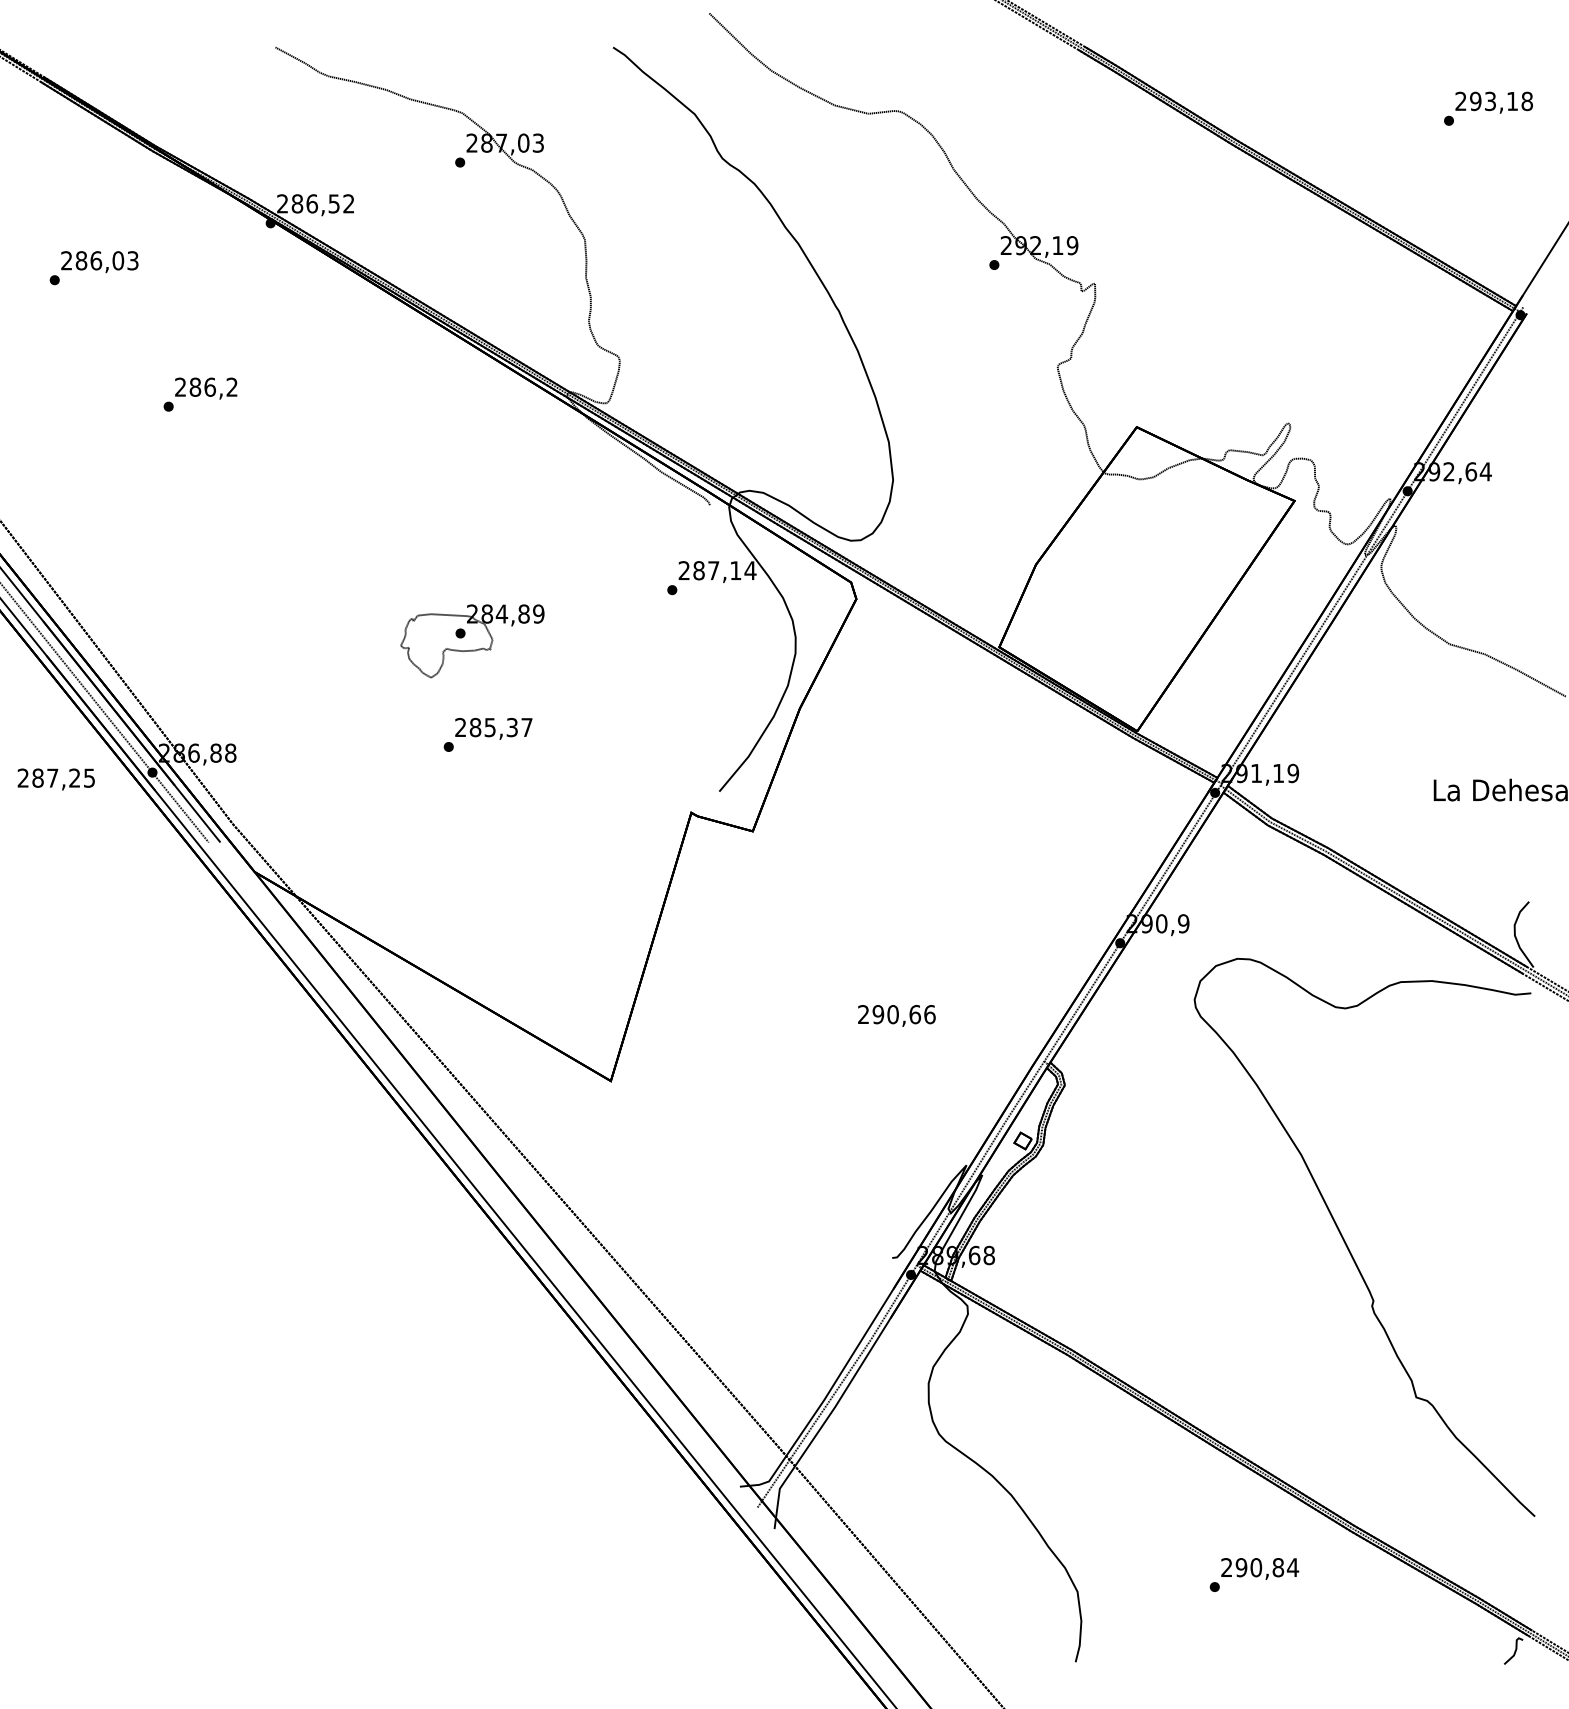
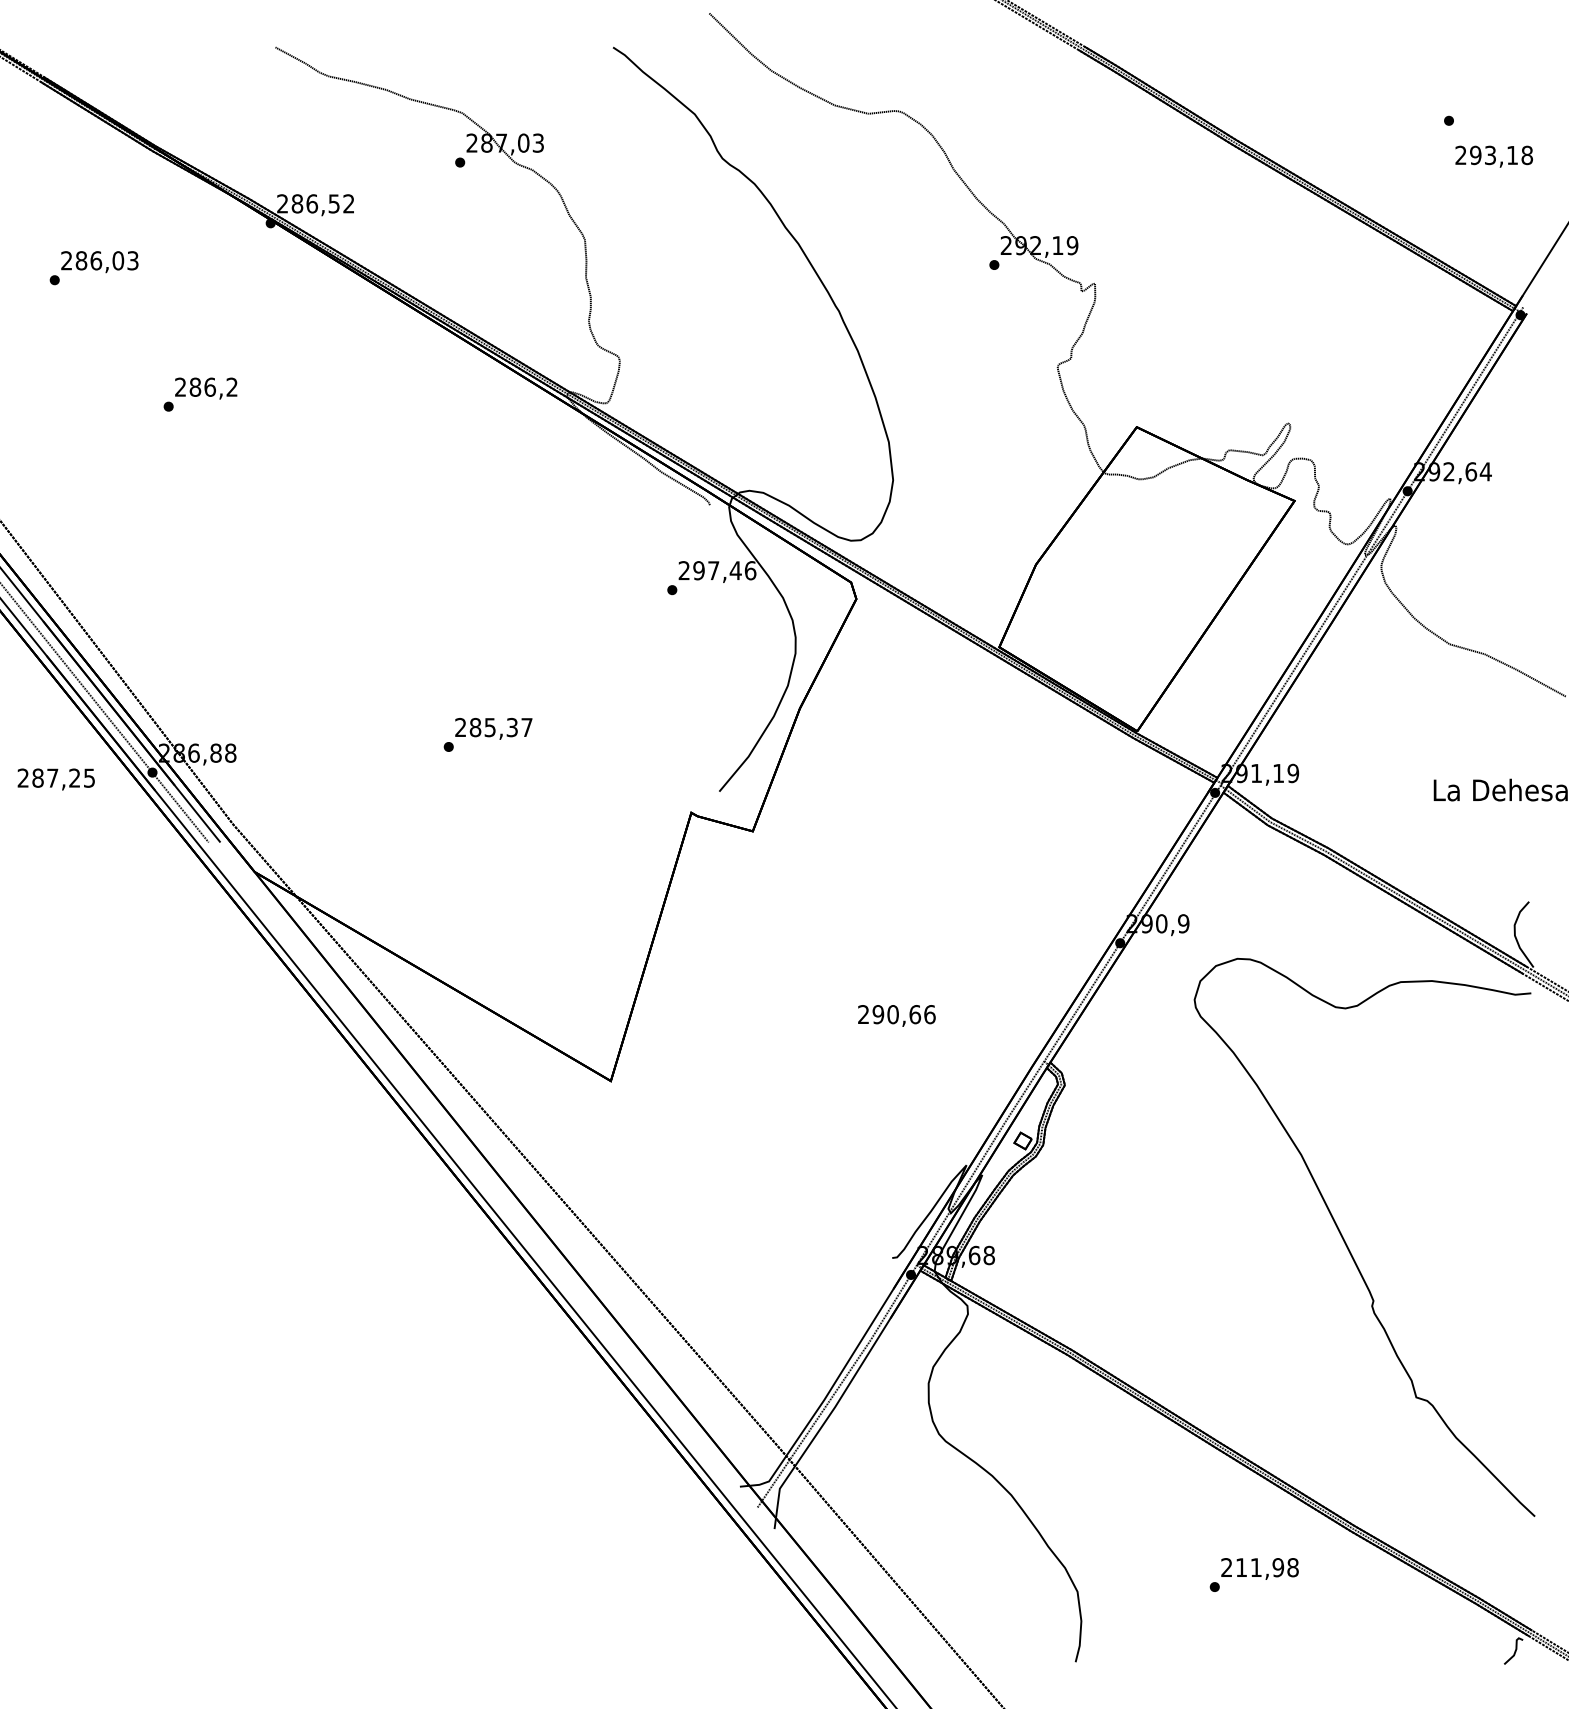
text at (1493, 102) position: (1493, 102) -> (1493, 156)
text at (724, 570): 287,14 -> 297,46
part at (472, 641): present -> none
text at (1267, 1567): 290,84 -> 211,98
